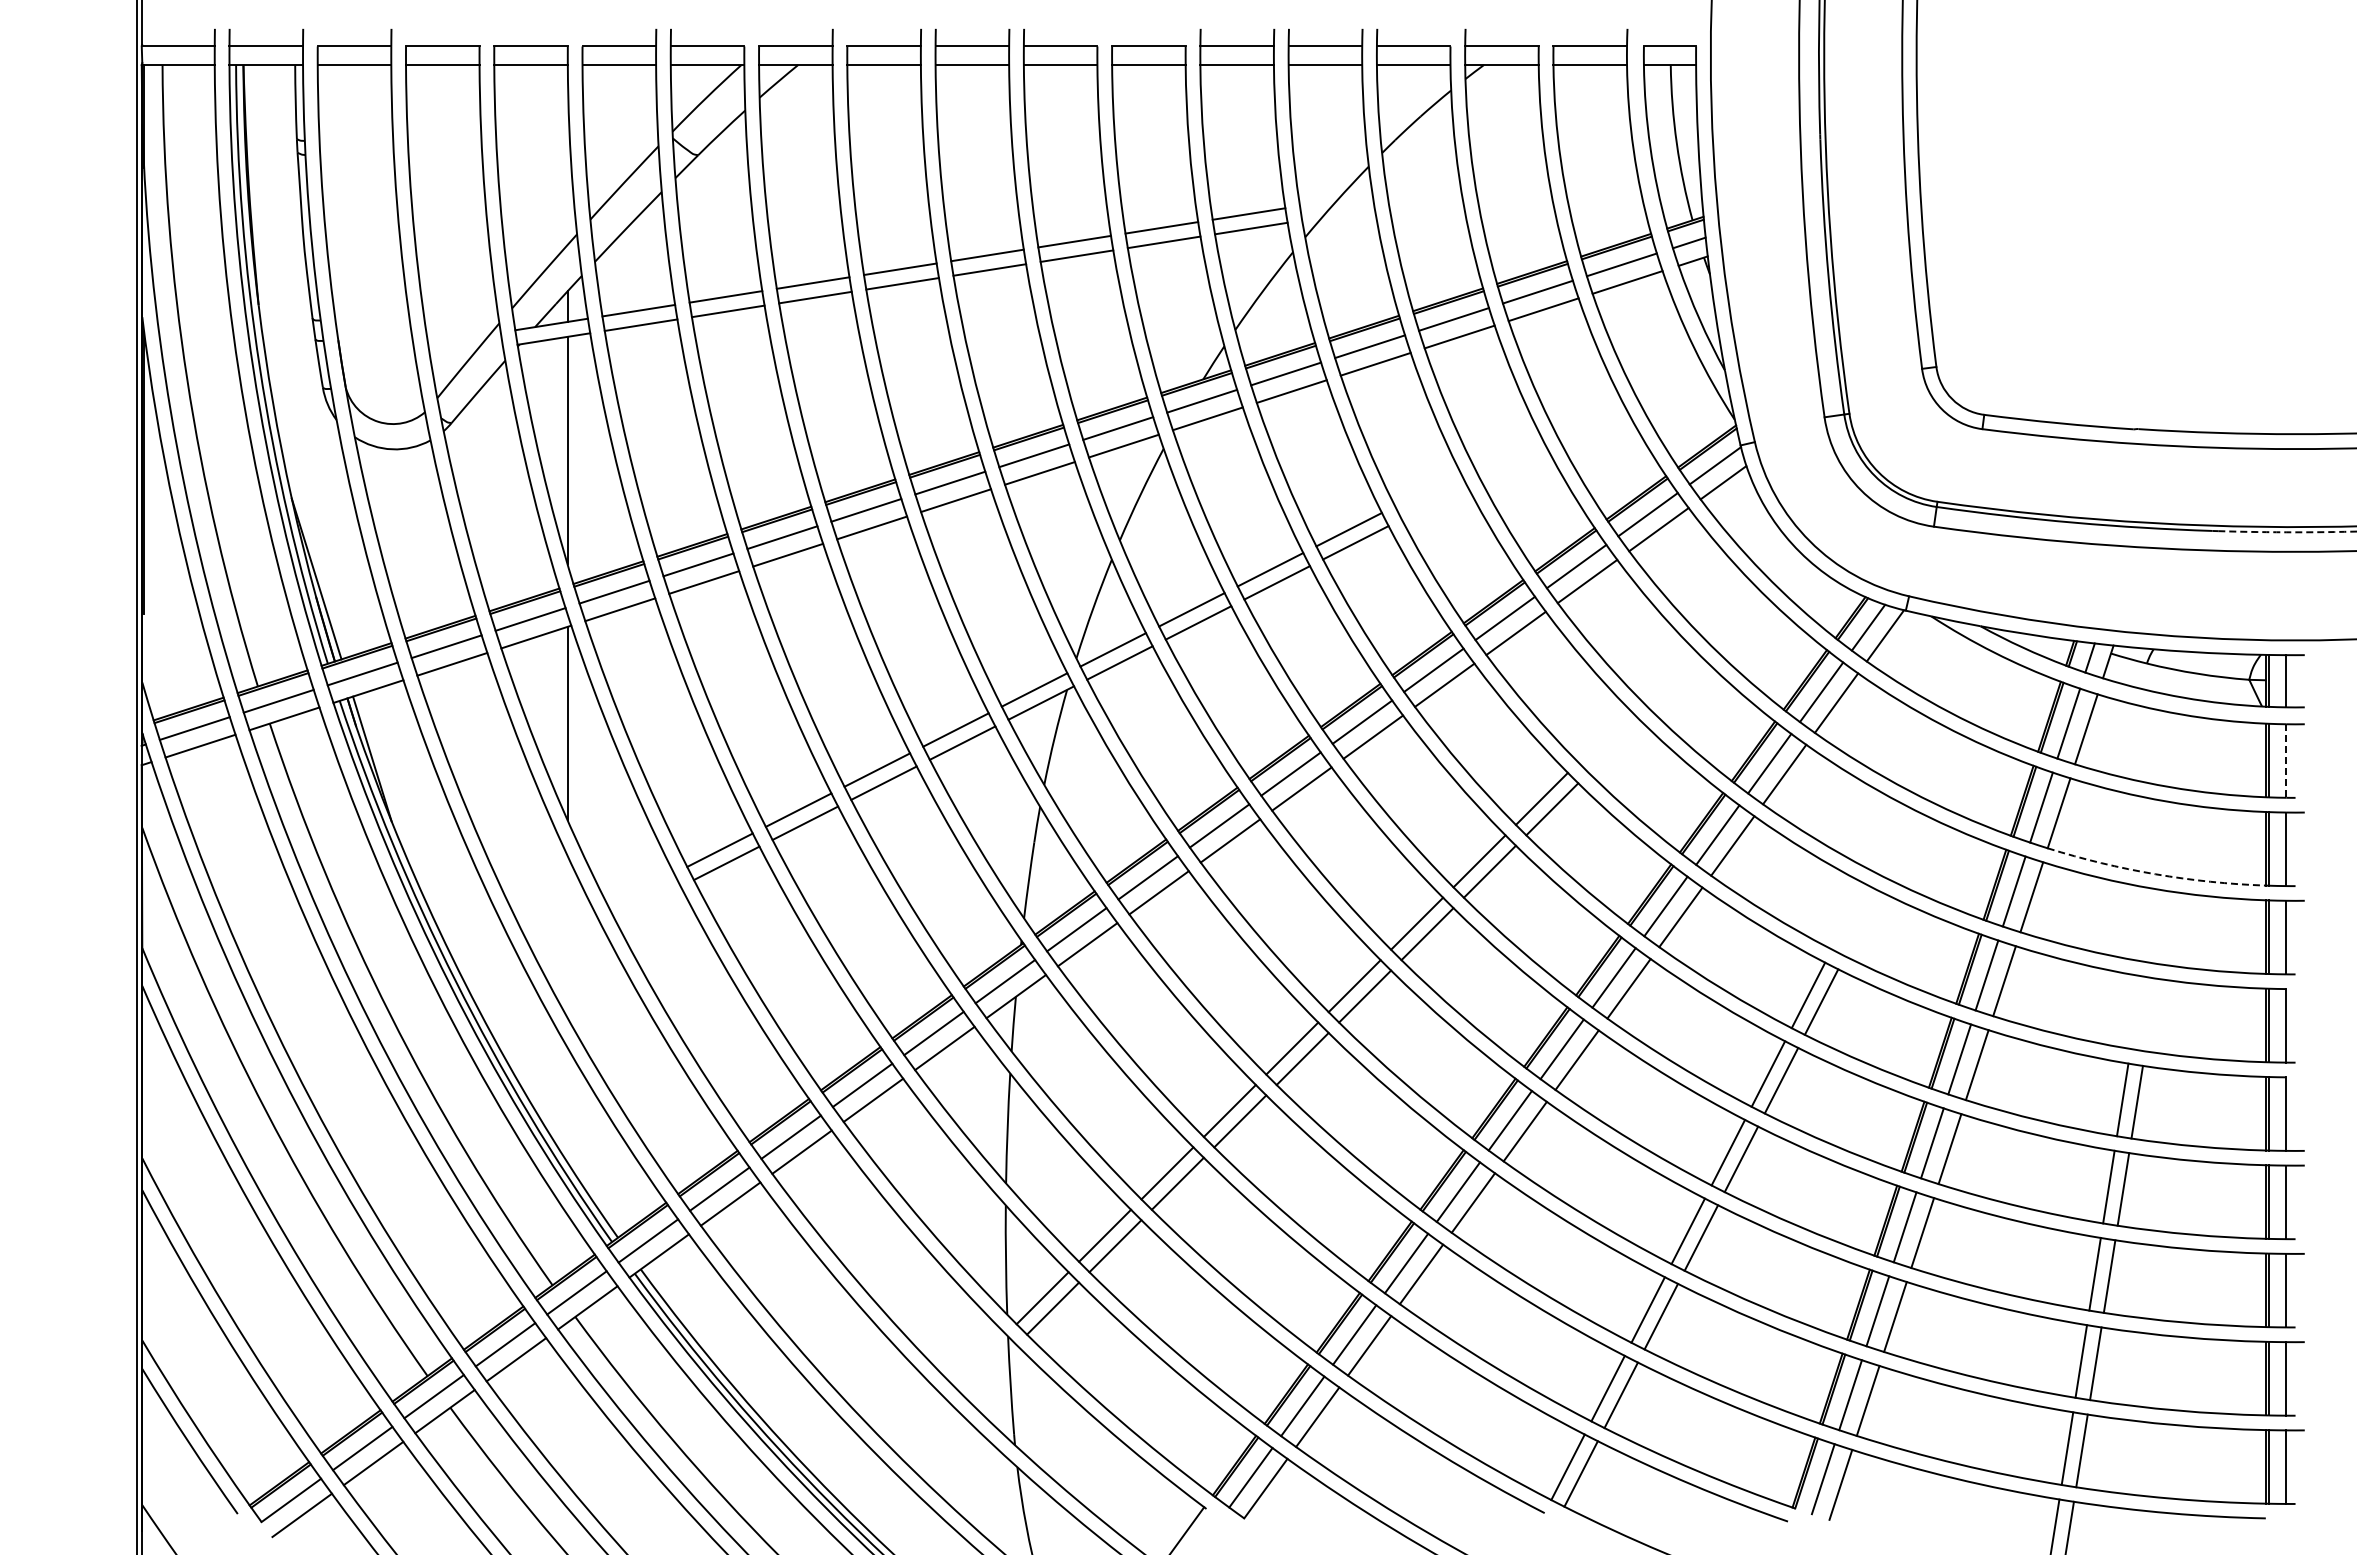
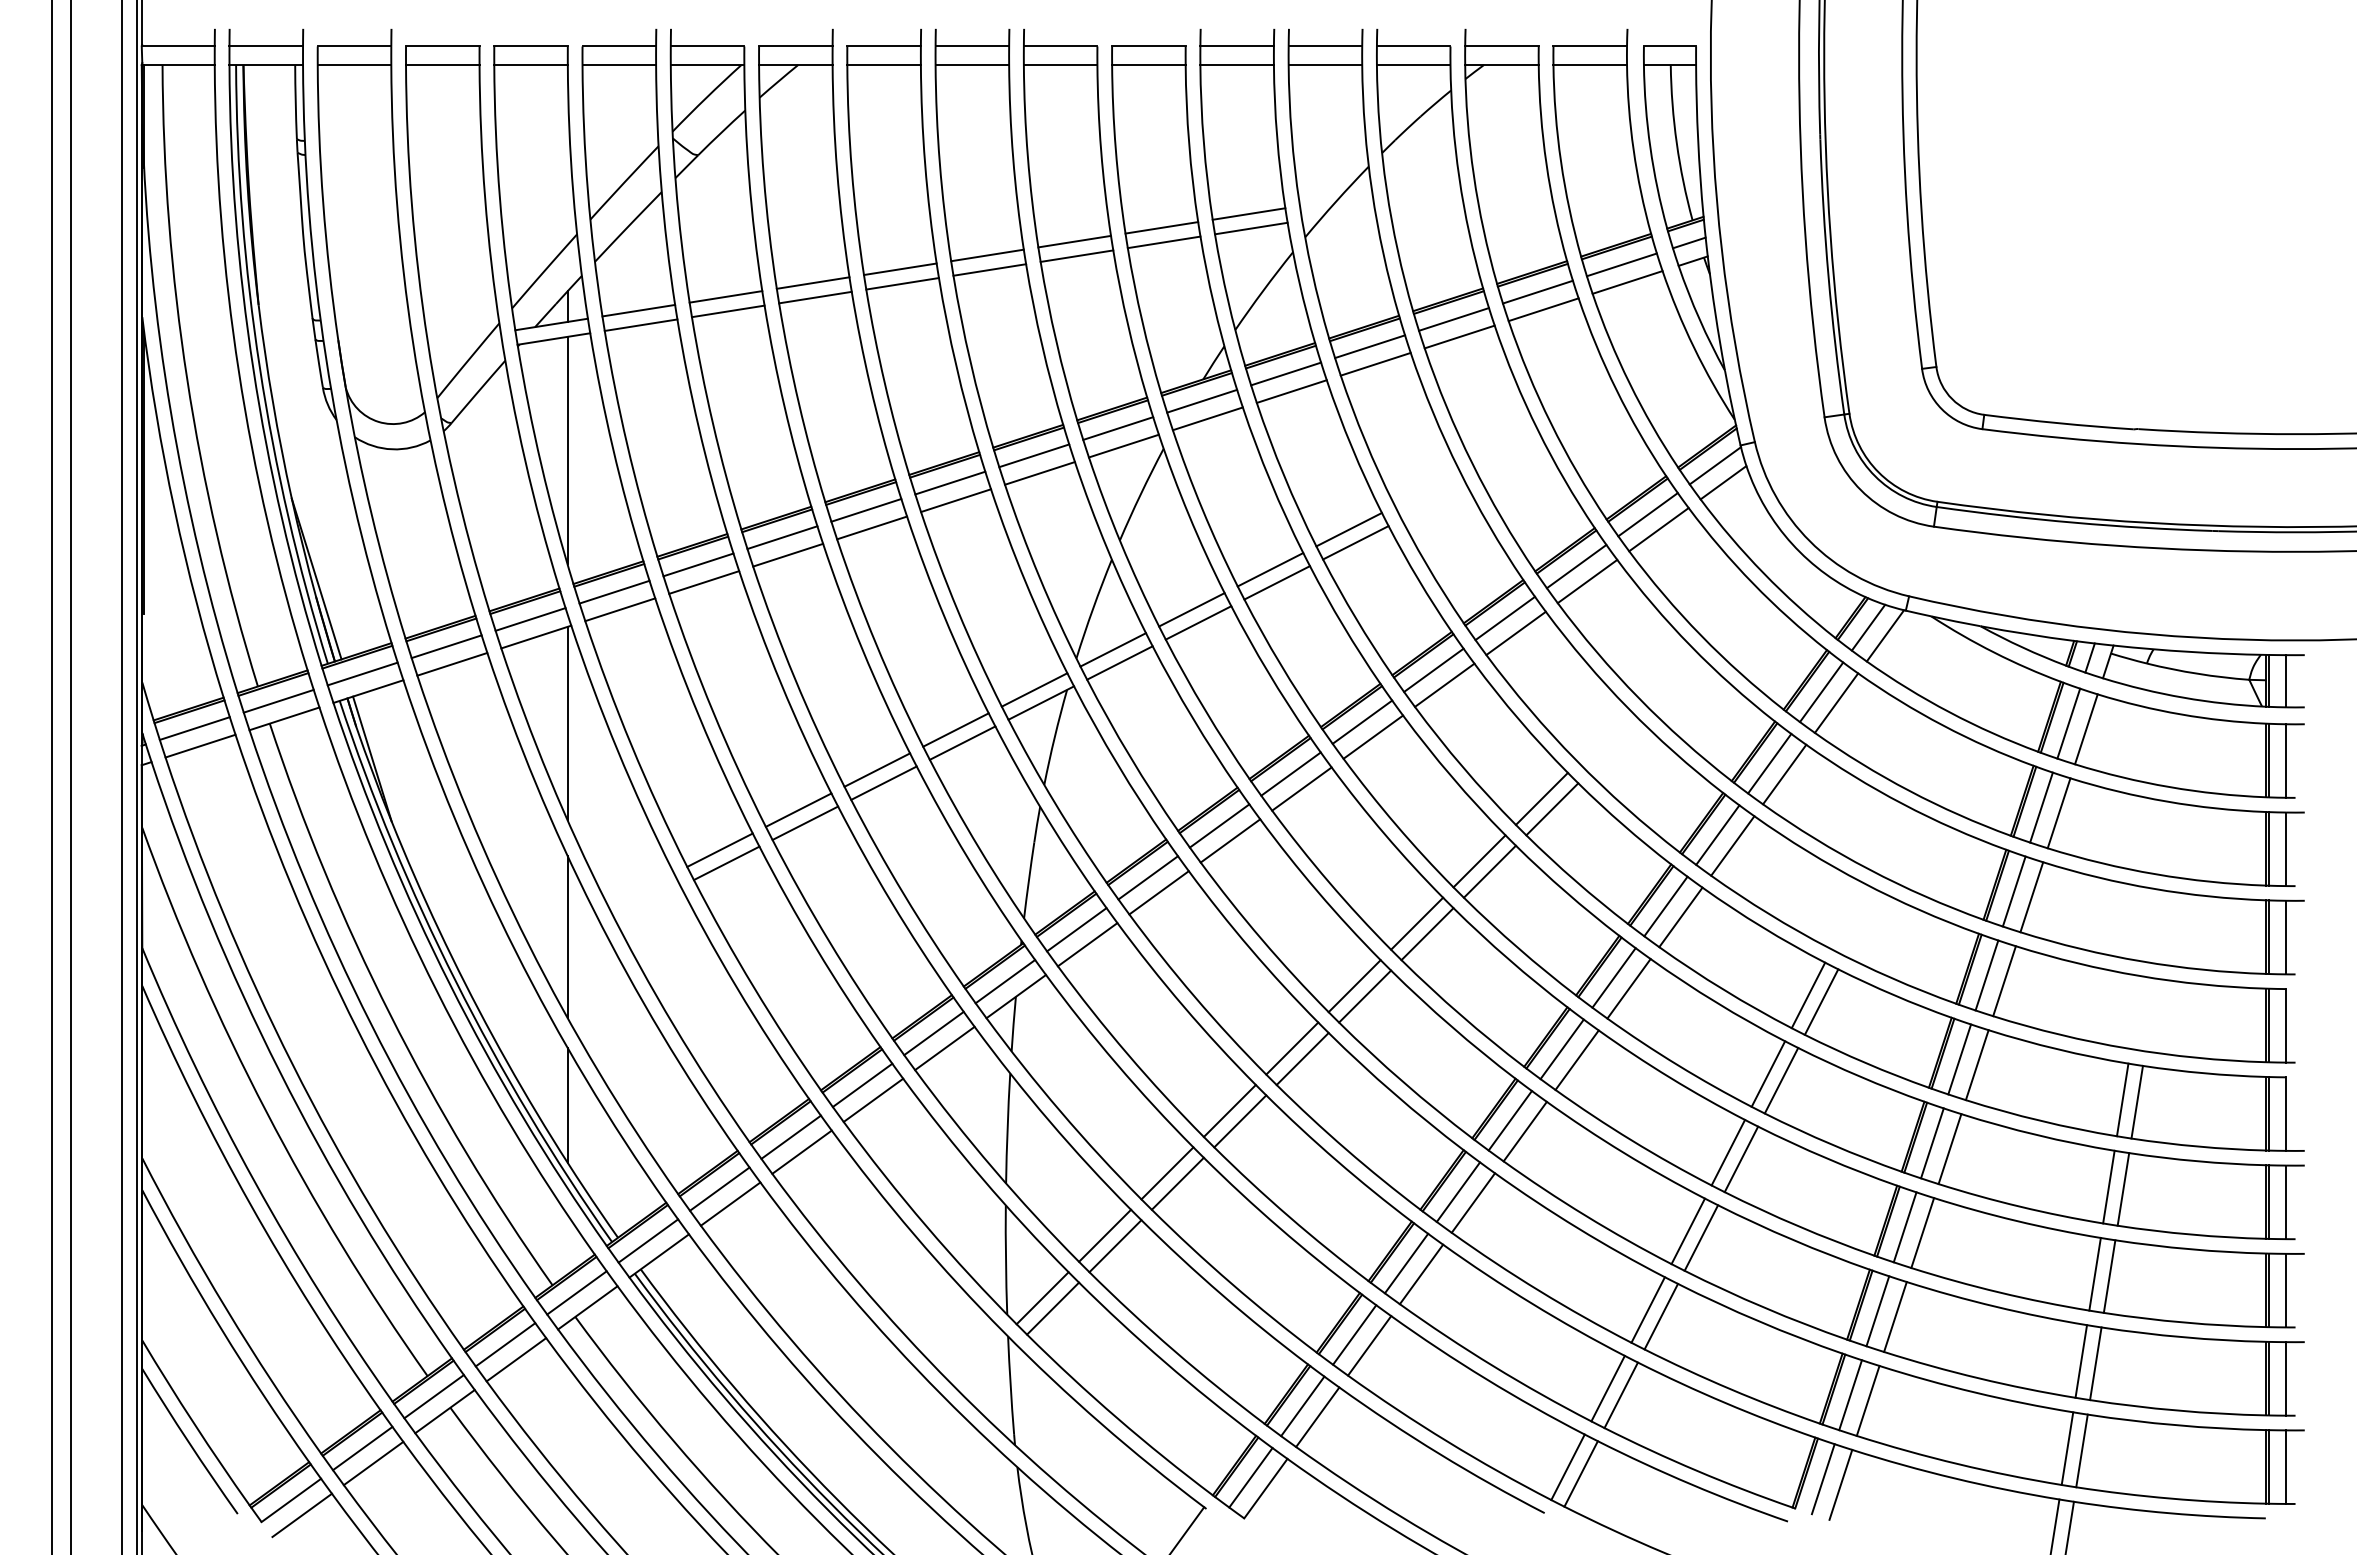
arc at (2287, 532): dashed -> solid
line at (2286, 761): dashed -> solid
line at (52, 776): none -> present
line at (70, 776): none -> present
line at (122, 776): none -> present
arc at (2155, 874): dashed -> solid
line at (567, 936): none -> present
line at (567, 1104): none -> present
